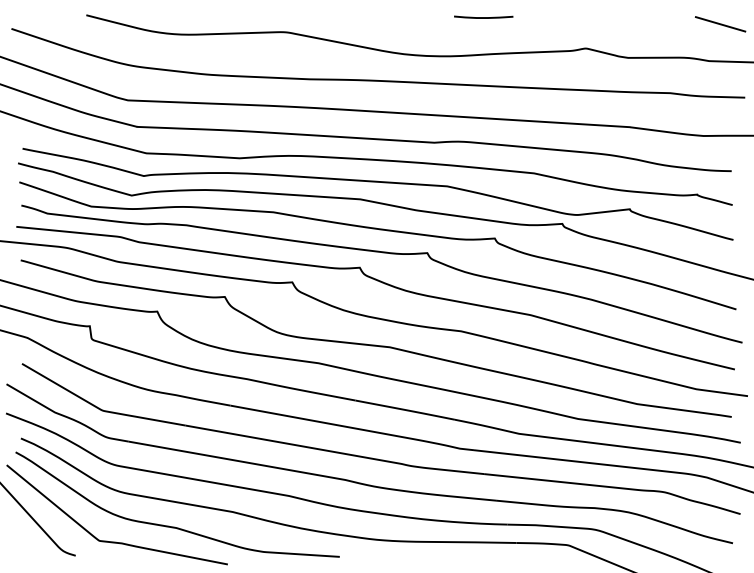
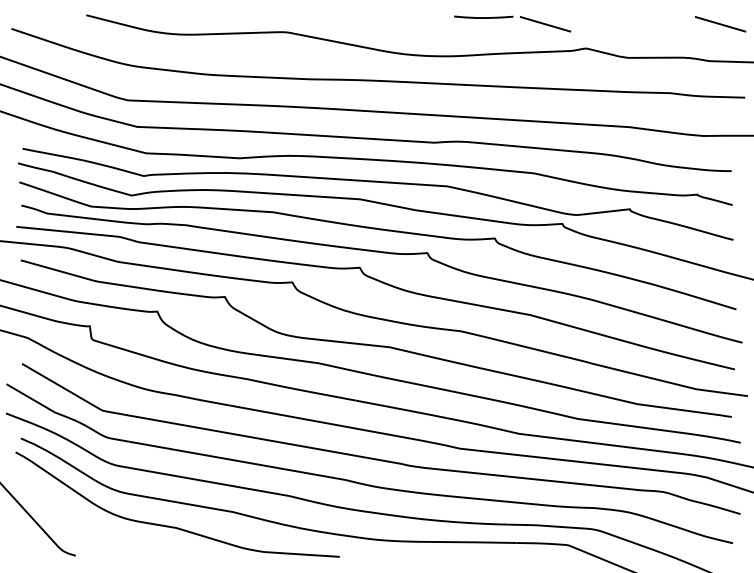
line at (545, 24): none -> present
curve at (116, 541): present -> none
